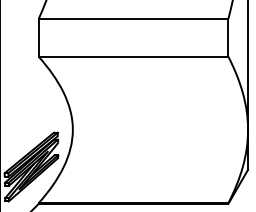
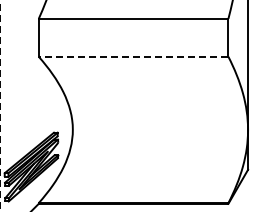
line at (133, 56): solid -> dashed
line at (0, 105): solid -> dashed
